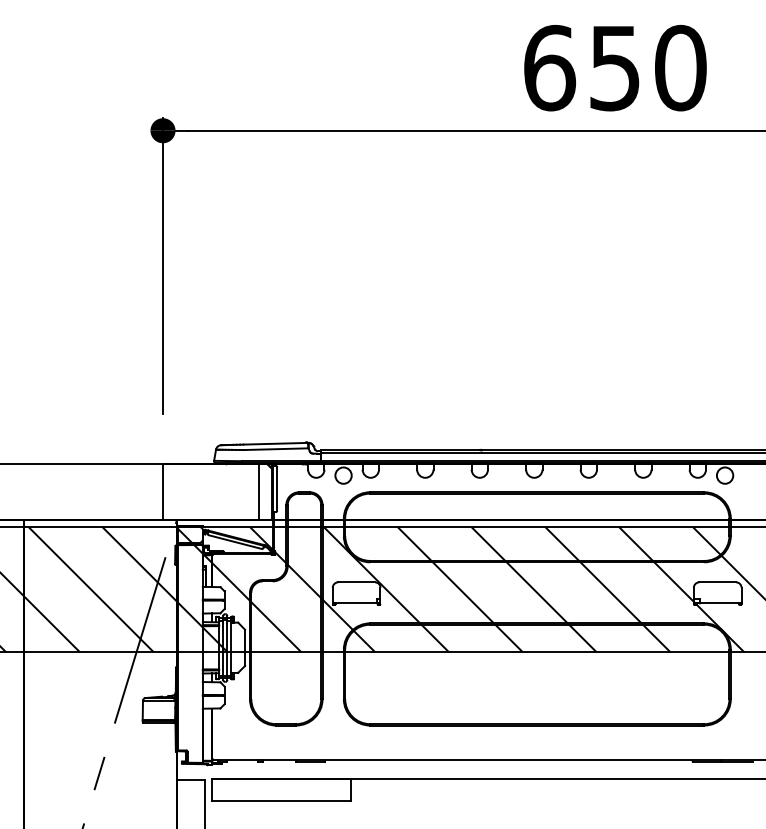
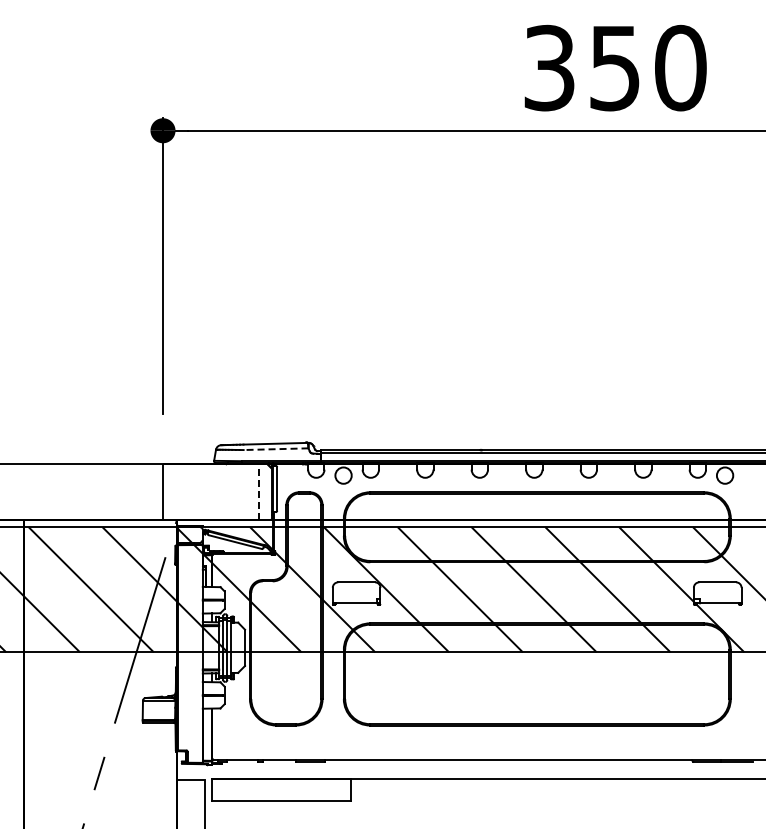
text at (550, 67): 650 -> 350
line at (275, 449): solid -> dashed
line at (259, 492): solid -> dashed
